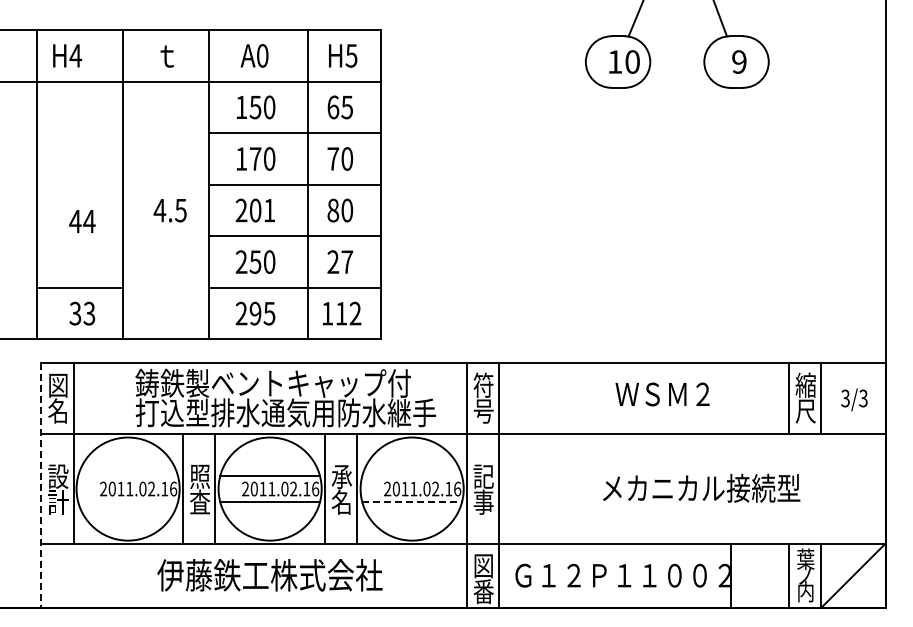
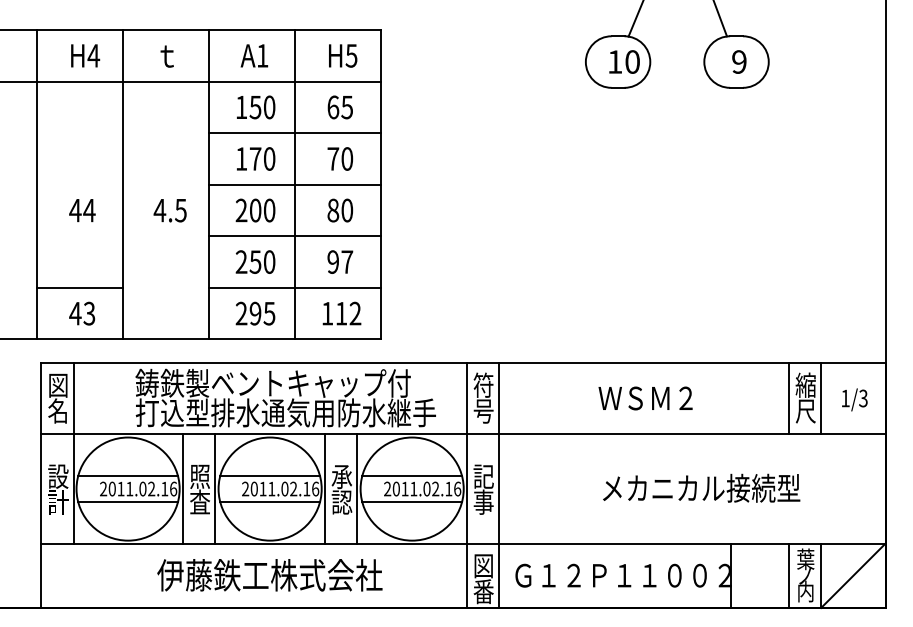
text at (67, 55) position: (67, 55) -> (85, 55)
text at (262, 55): A0 -> A1
line at (307, 184) position: (307, 184) -> (294, 184)
text at (269, 210): 201 -> 200
text at (82, 221) position: (82, 221) -> (82, 210)
text at (333, 261): 27 -> 97
text at (75, 313): 33 -> 43
text at (662, 394) position: (662, 394) -> (645, 398)
text at (845, 398): 3/3 -> 1/3
line at (128, 476): none -> present
line at (412, 476): none -> present
line at (41, 486): dashed -> solid
line at (128, 501): none -> present
text at (341, 501): 名 -> 認
line at (412, 501): dashed -> solid
